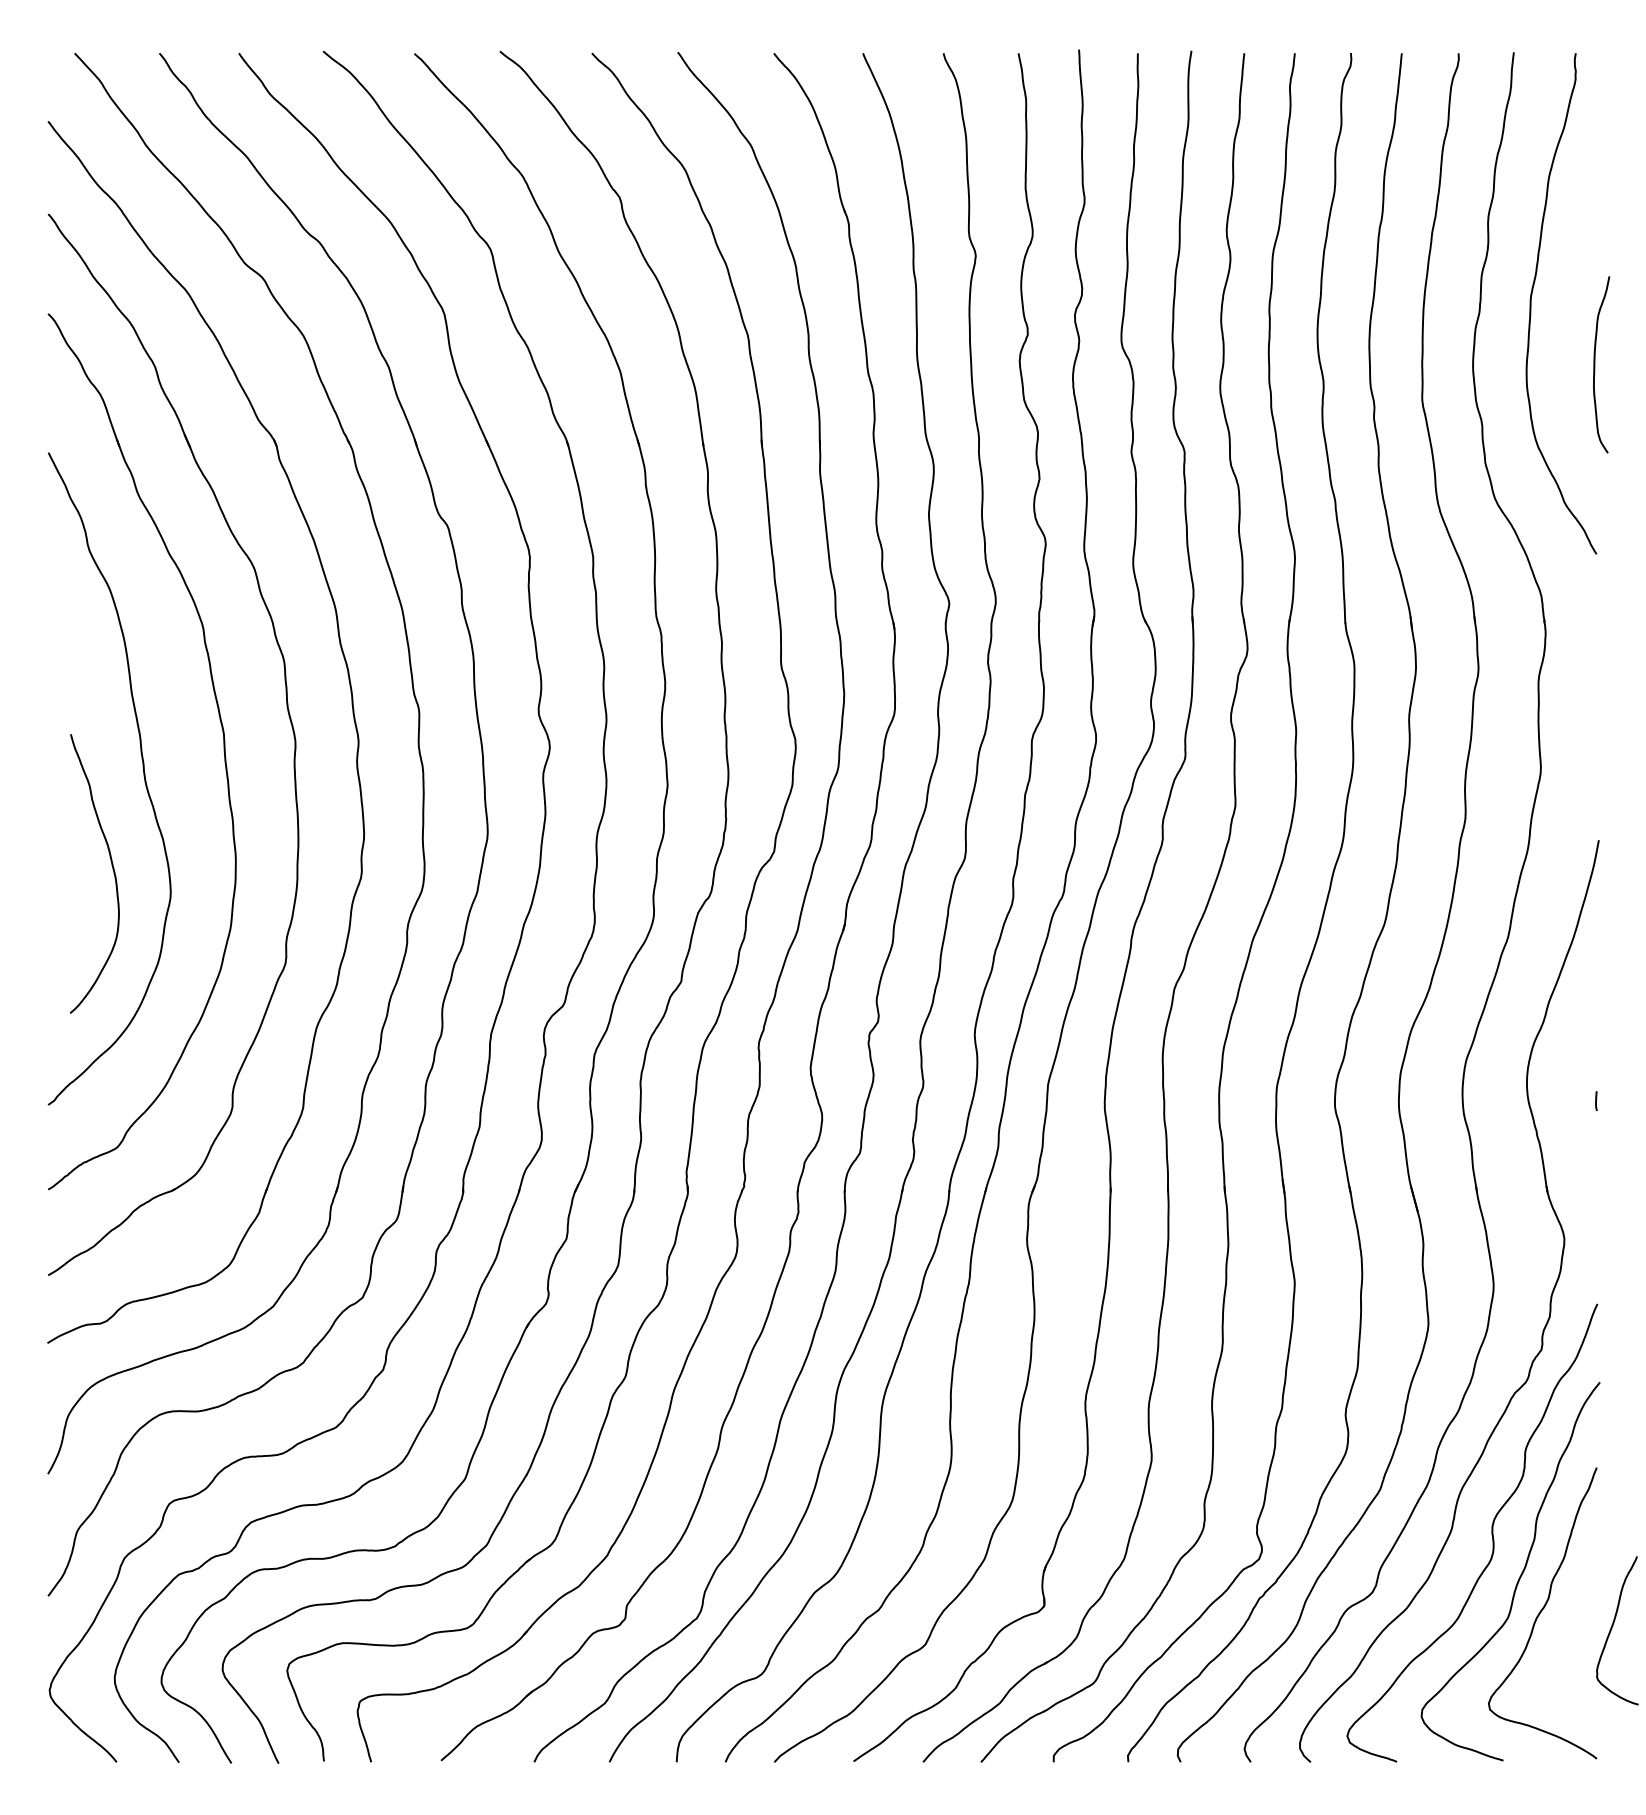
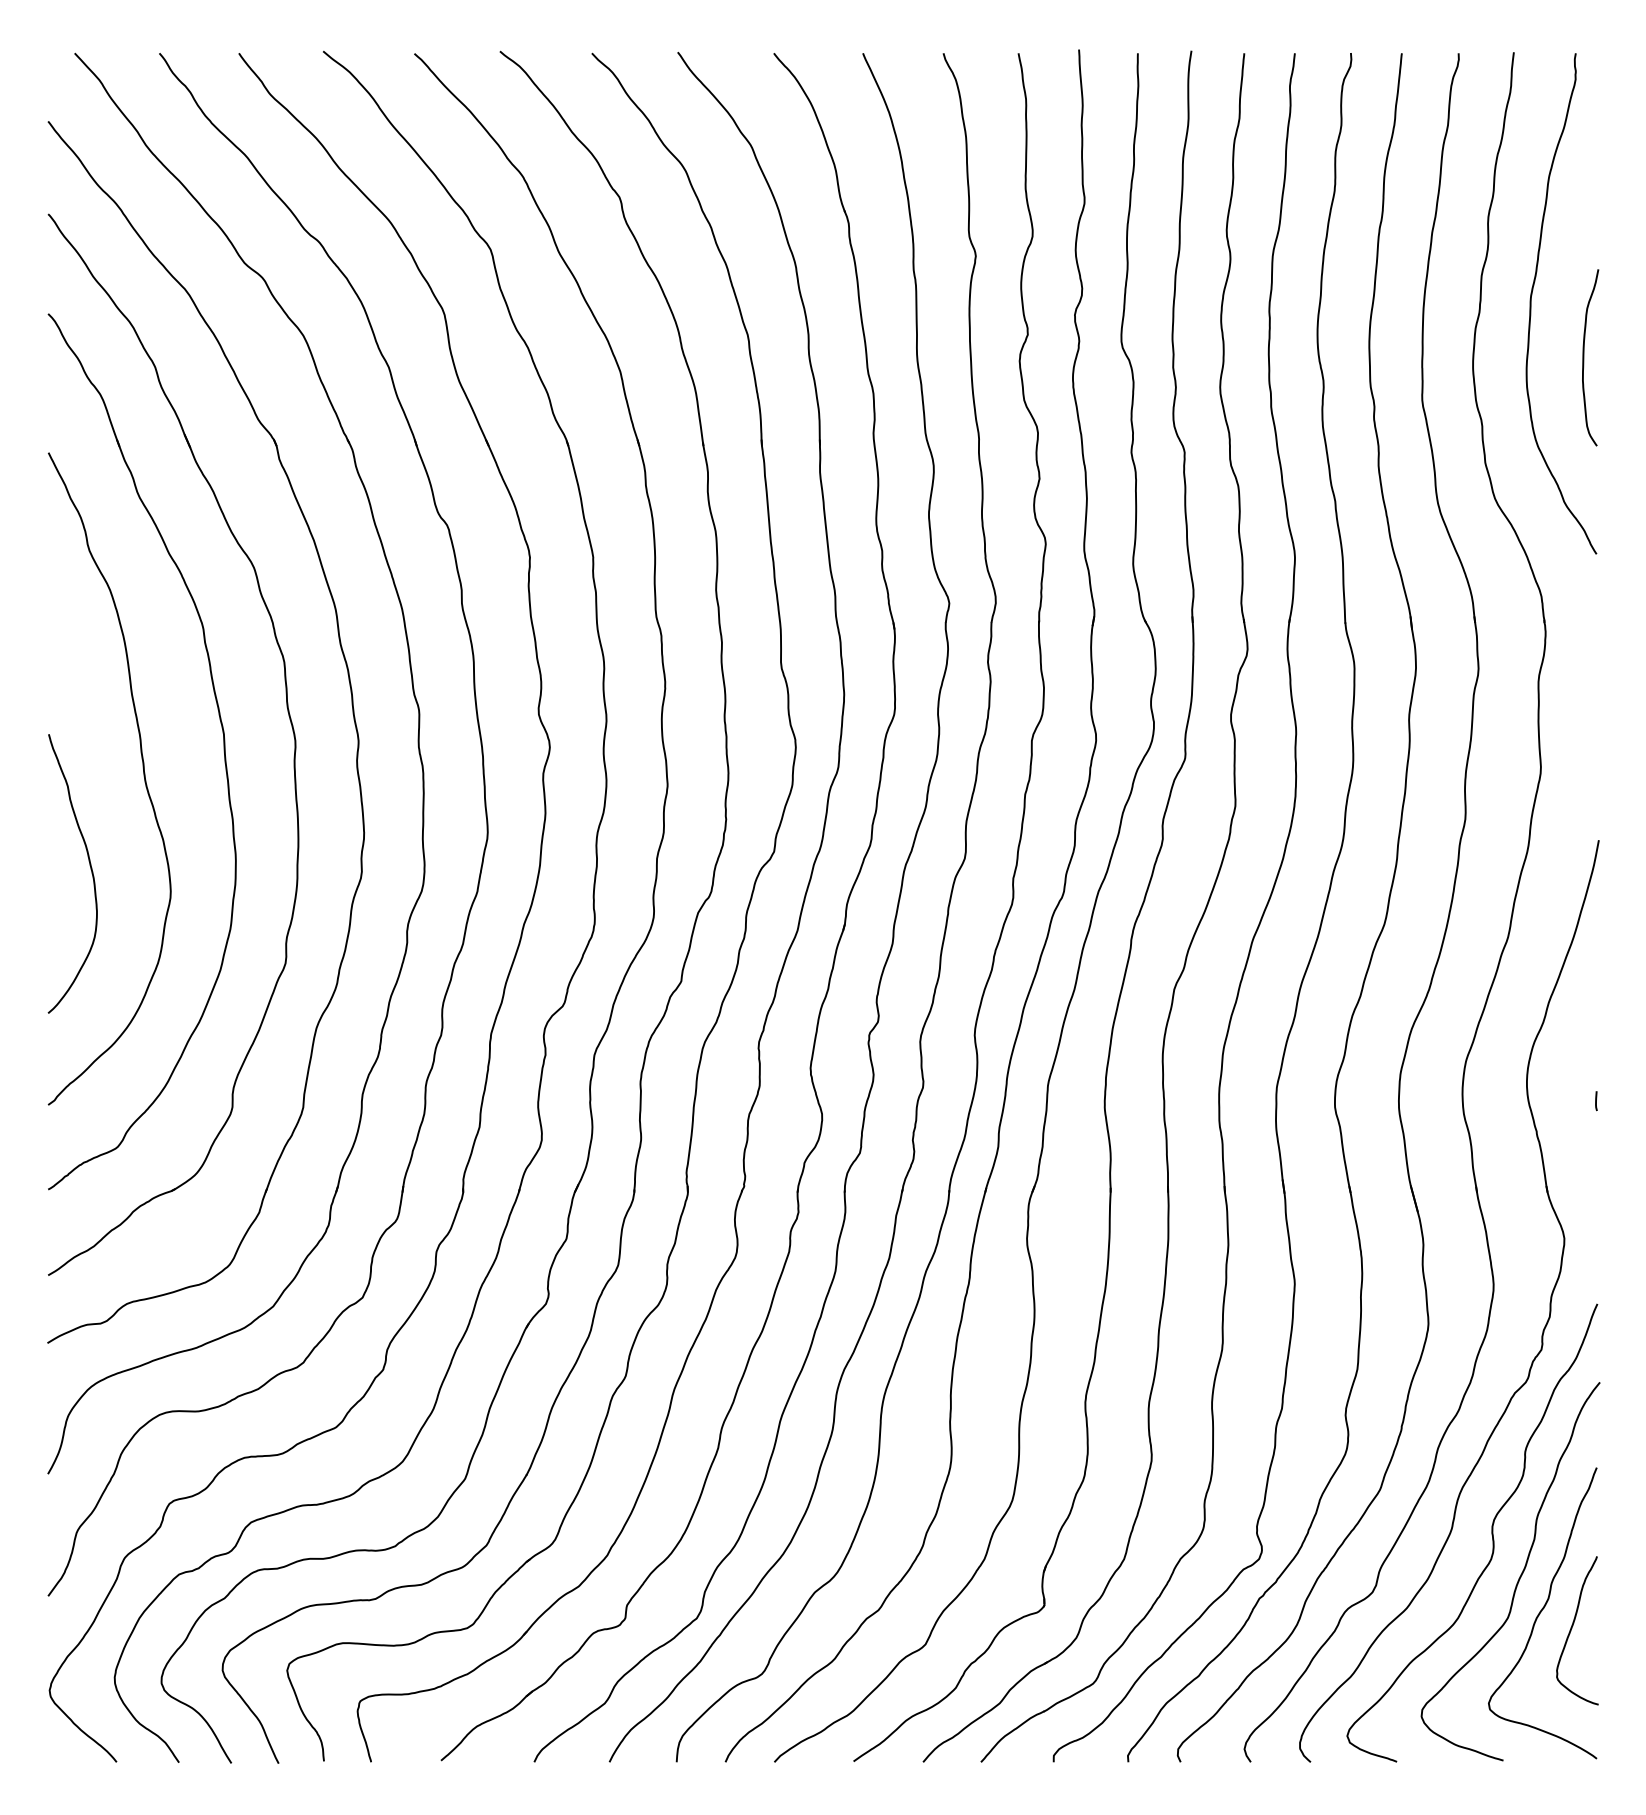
curve at (1595, 364) position: (1595, 364) -> (1584, 357)
curve at (112, 869) position: (112, 869) -> (90, 869)
curve at (1612, 1628) position: (1612, 1628) -> (1572, 1628)
